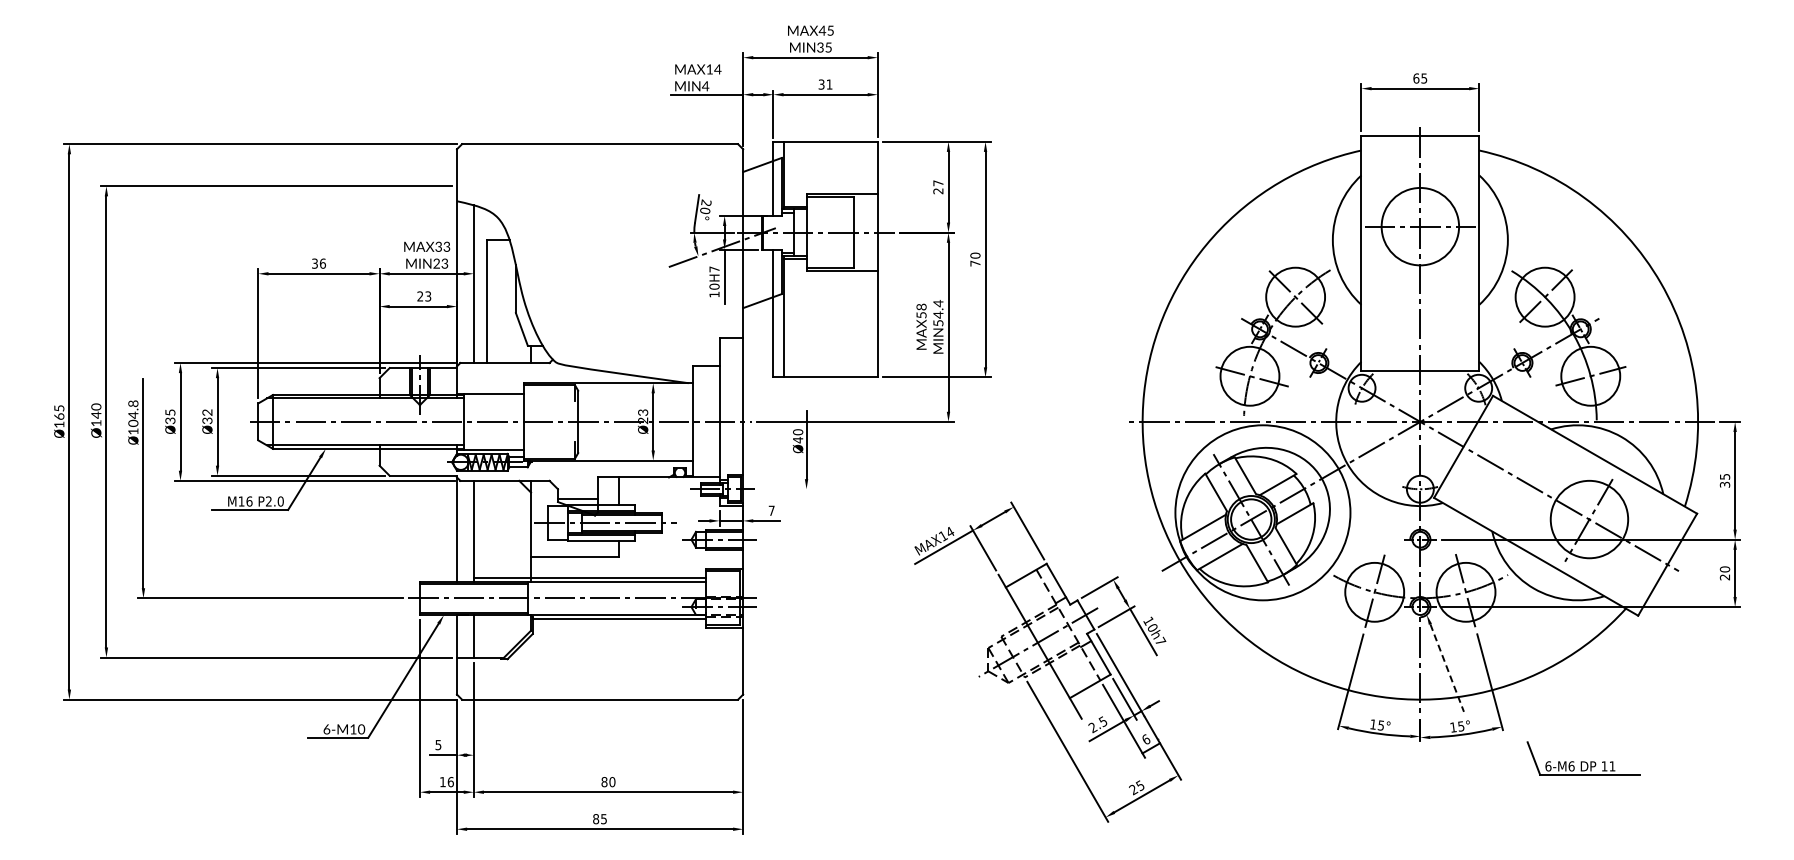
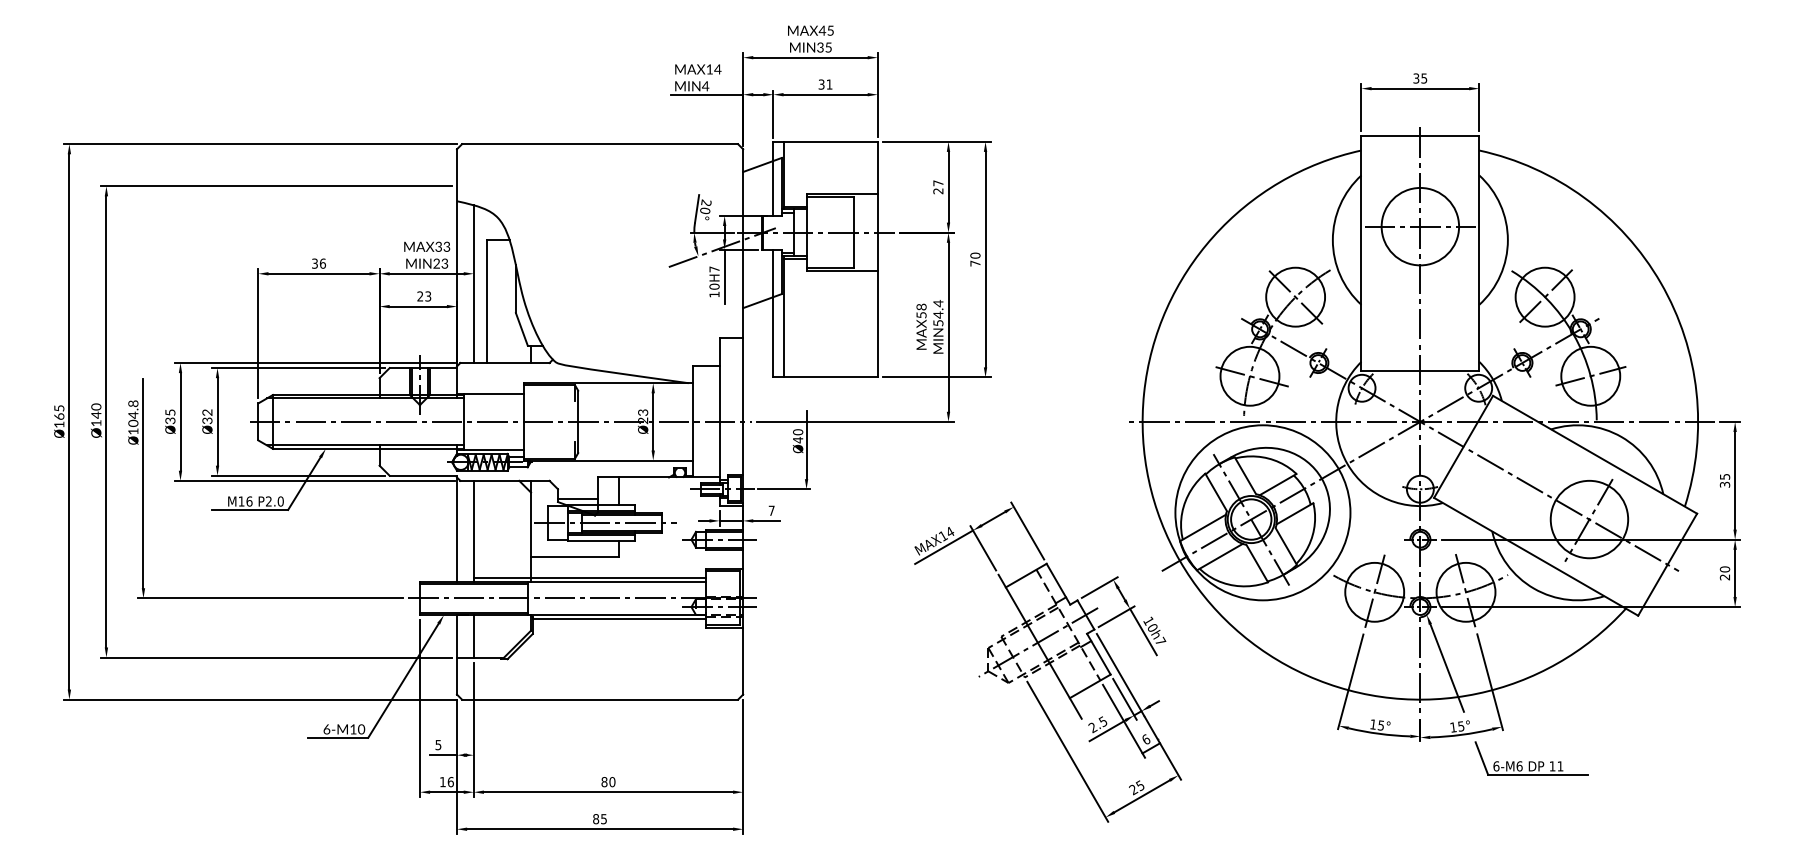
text at (1416, 78): 65 -> 35
line at (783, 489): none -> present
line at (1447, 668): dashed -> solid
part at (1583, 758) position: (1583, 758) -> (1531, 758)
